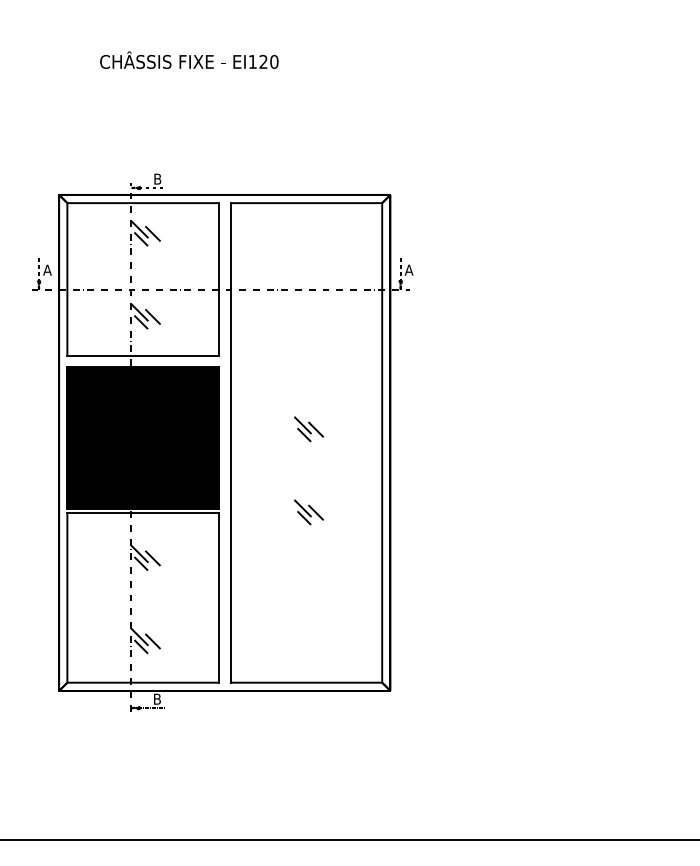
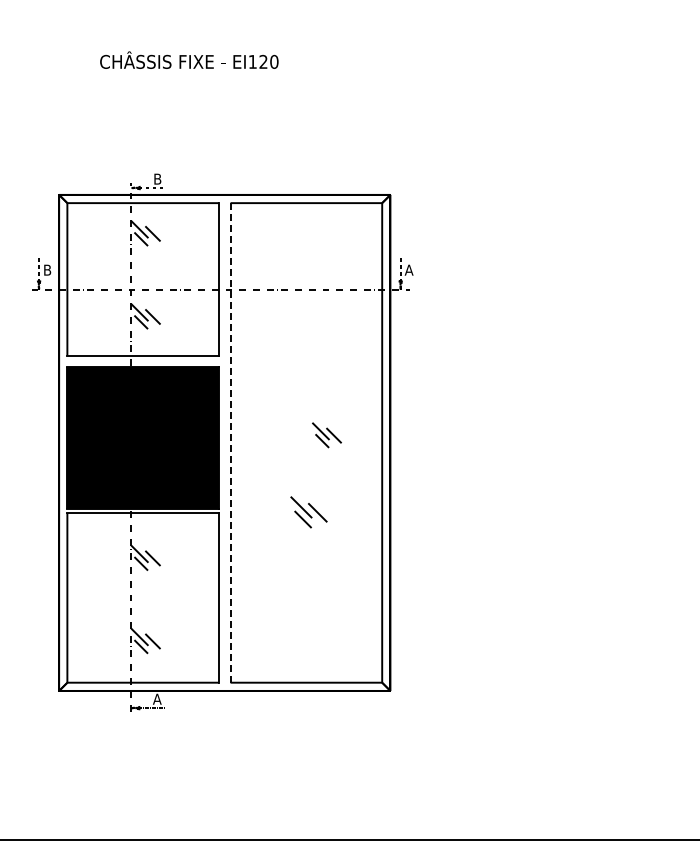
text at (47, 269): A -> B
part at (308, 429) position: (308, 429) -> (326, 435)
line at (230, 442): solid -> dashed
part at (308, 512) size: 30x27 px -> 38x33 px
text at (157, 698): B -> A
